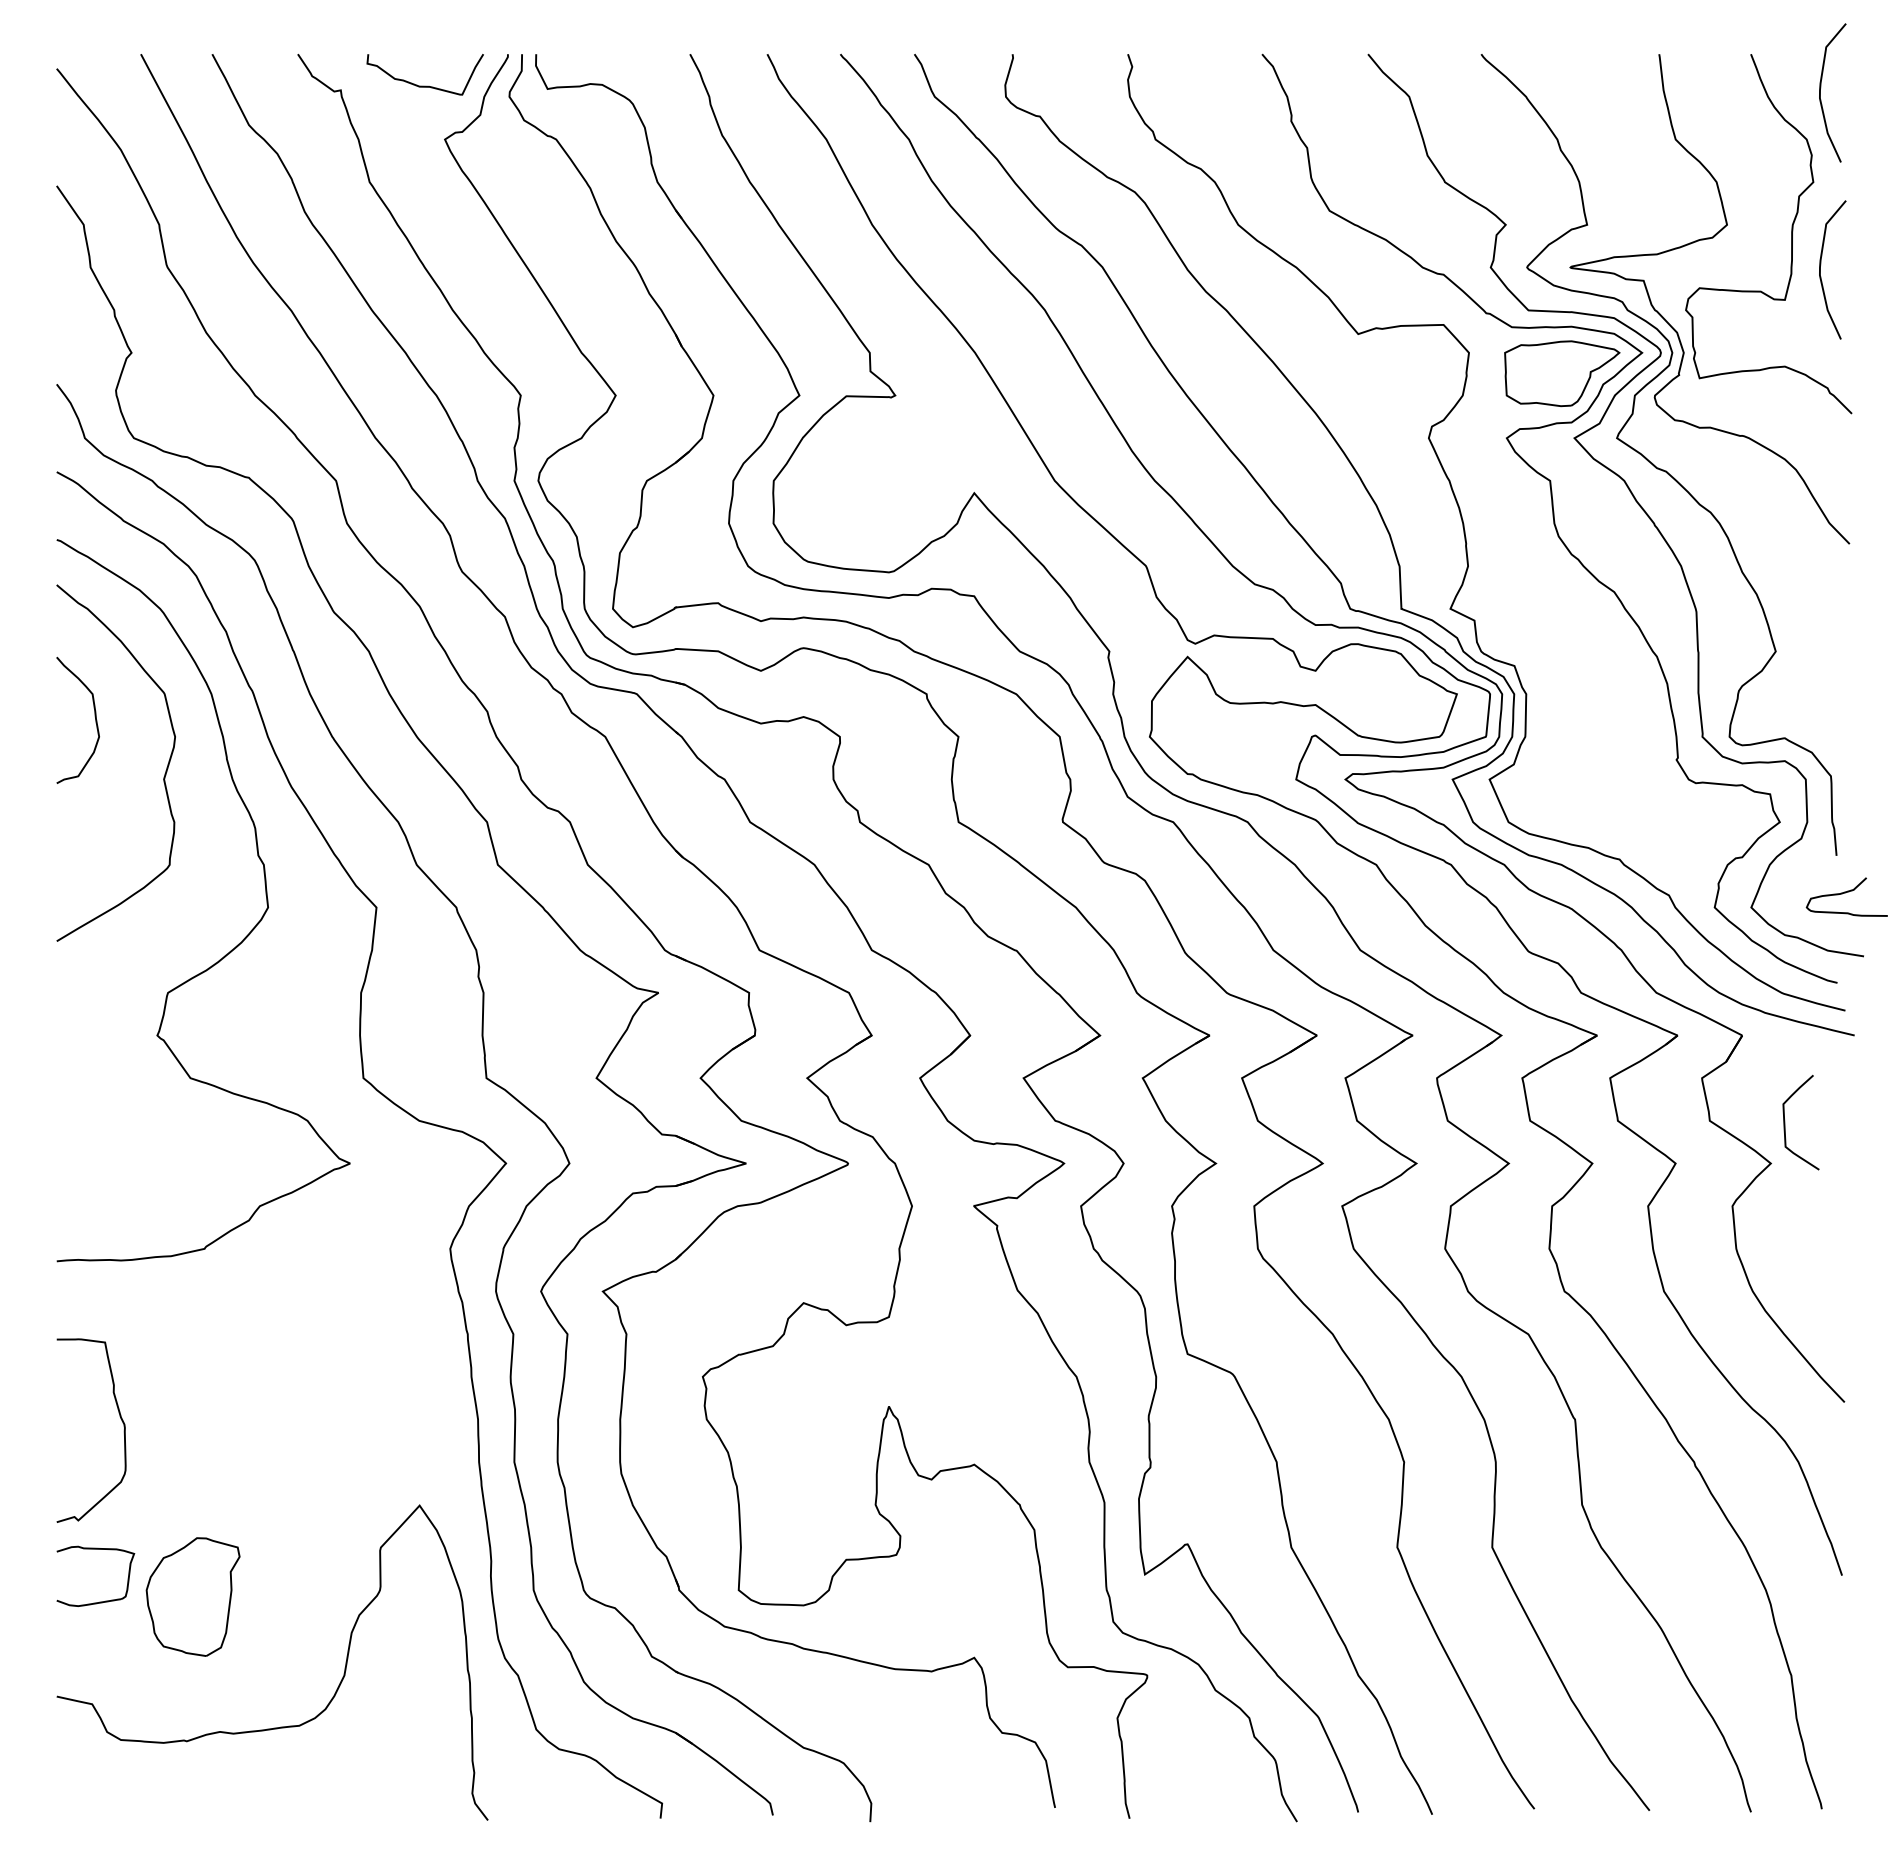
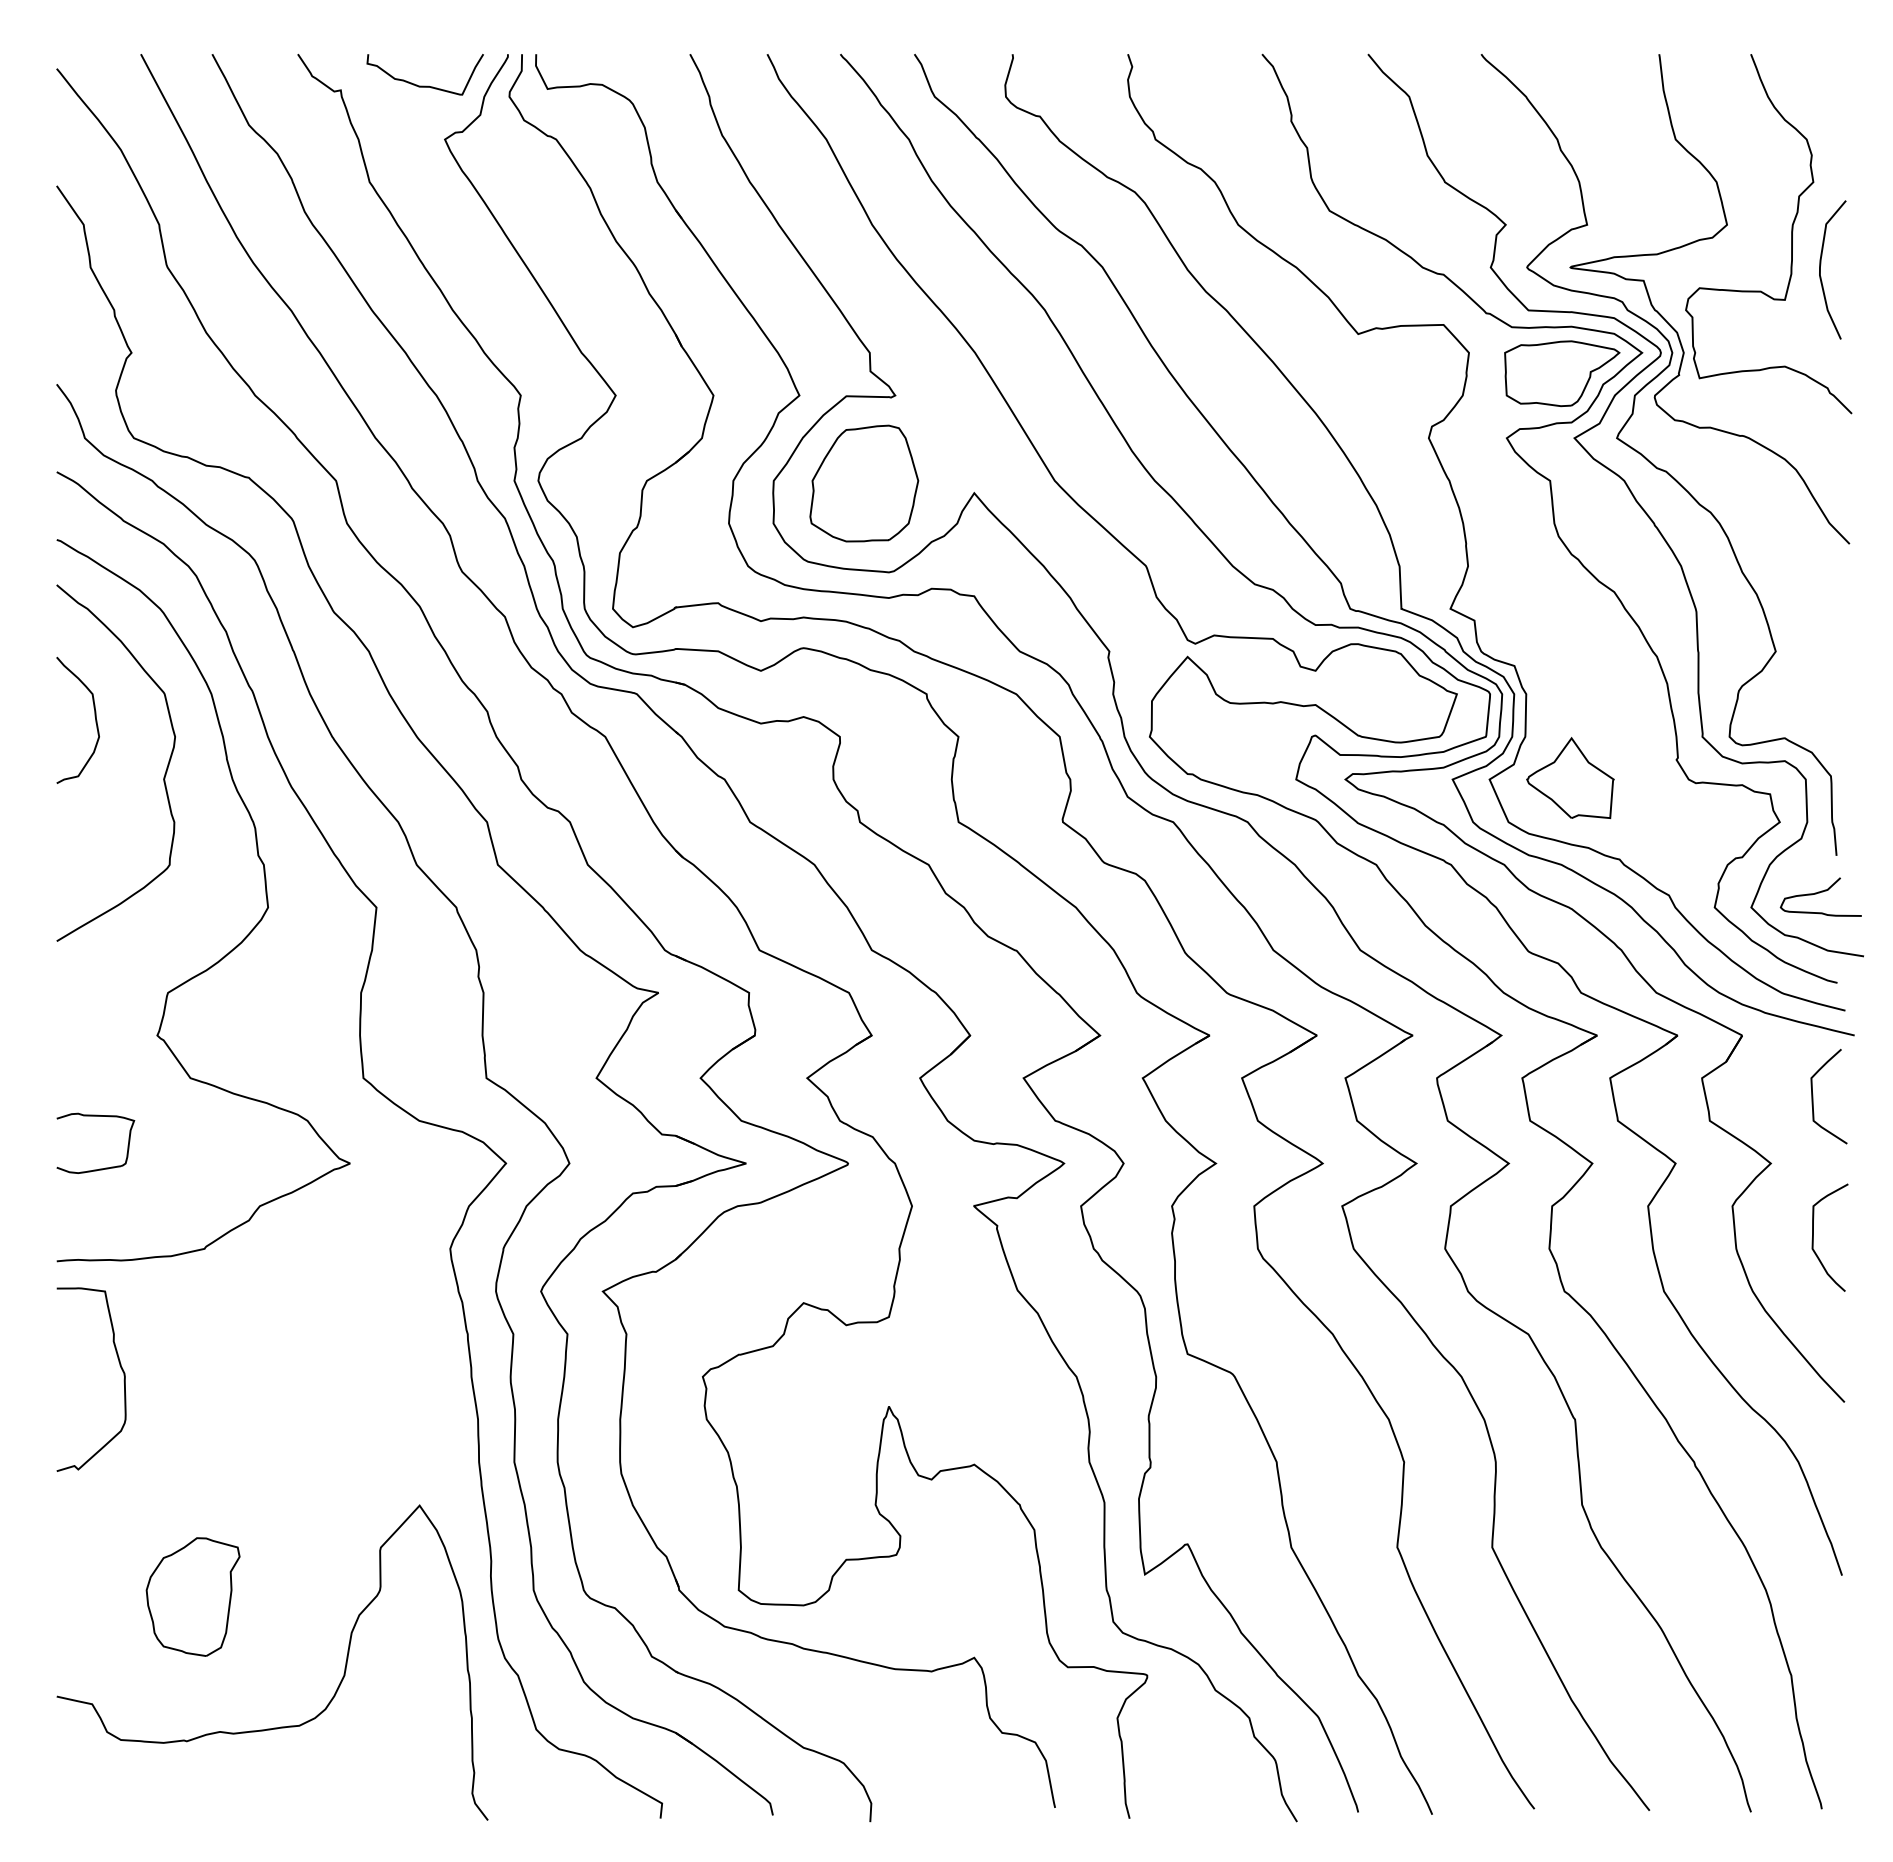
curve at (1820, 92): present -> none
part at (864, 483): none -> present
part at (1570, 778): none -> present
curve at (1845, 893) position: (1845, 893) -> (1819, 893)
curve at (1785, 1122) position: (1785, 1122) -> (1813, 1096)
curve at (1813, 1237): none -> present
curve at (119, 1416) position: (119, 1416) -> (119, 1365)
part at (95, 1549) position: (95, 1549) -> (95, 1116)
